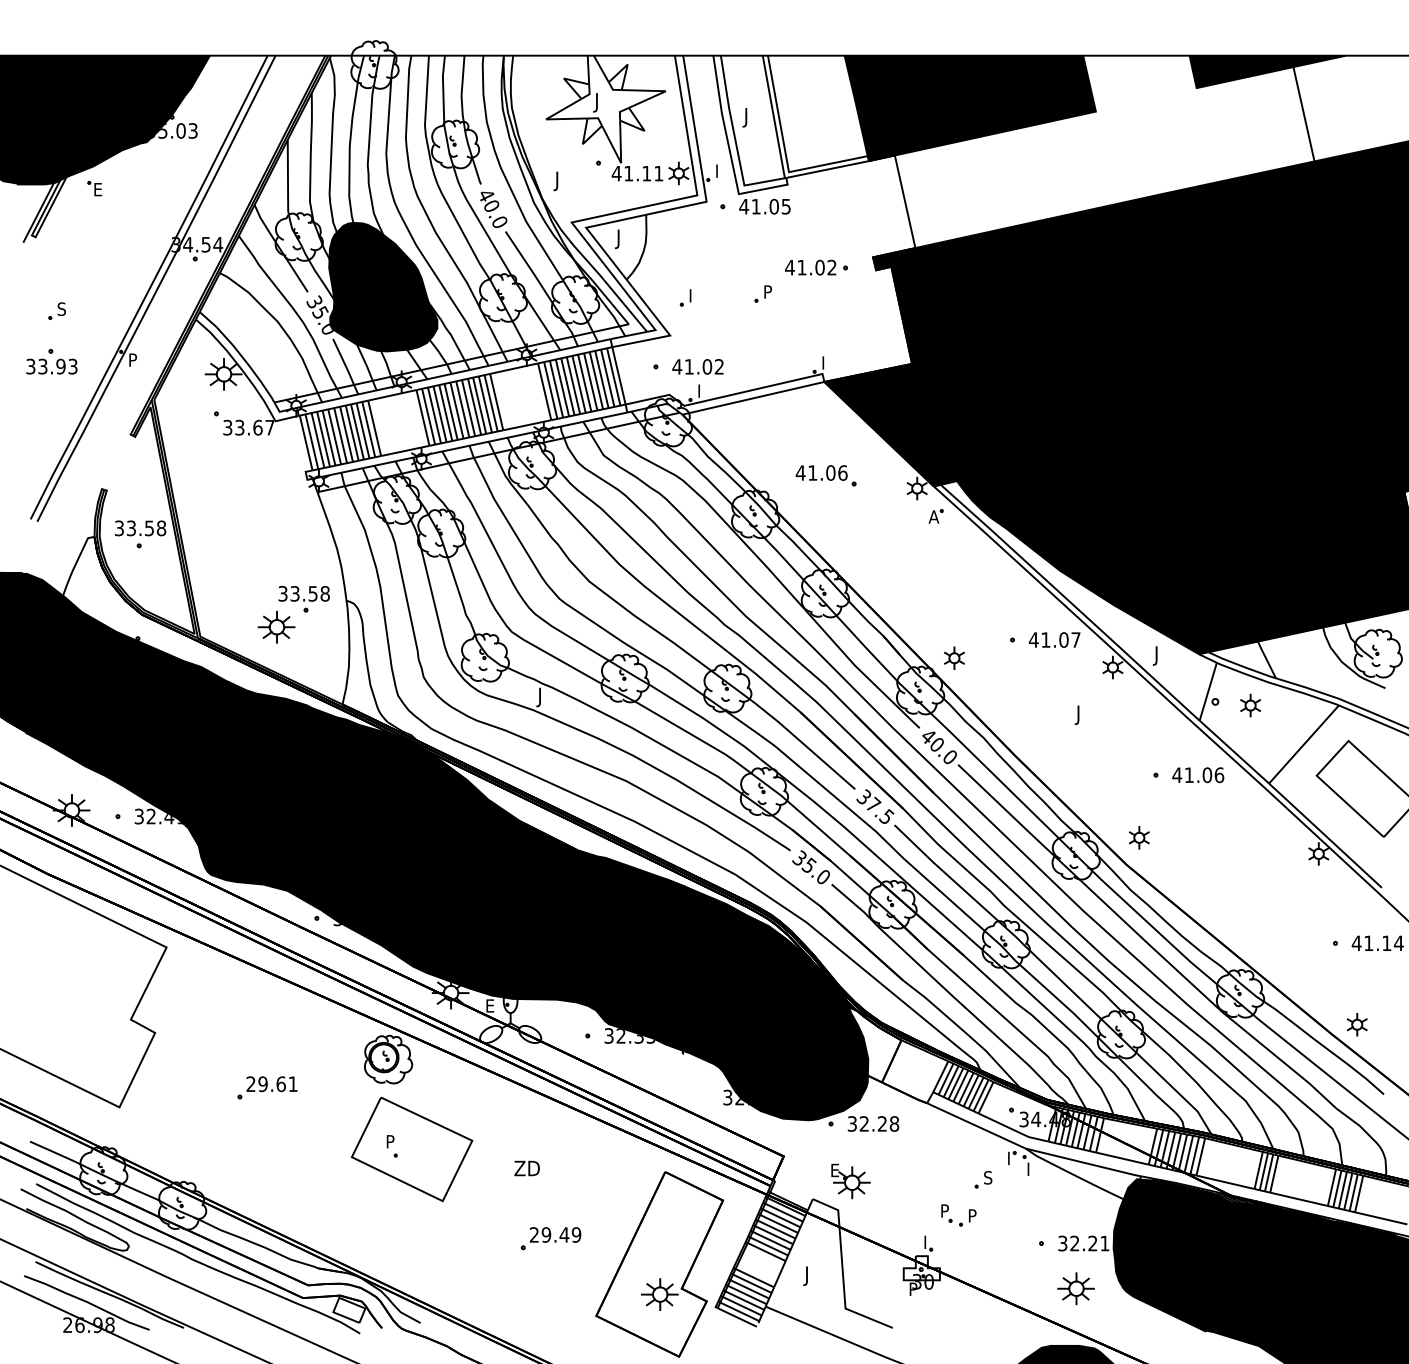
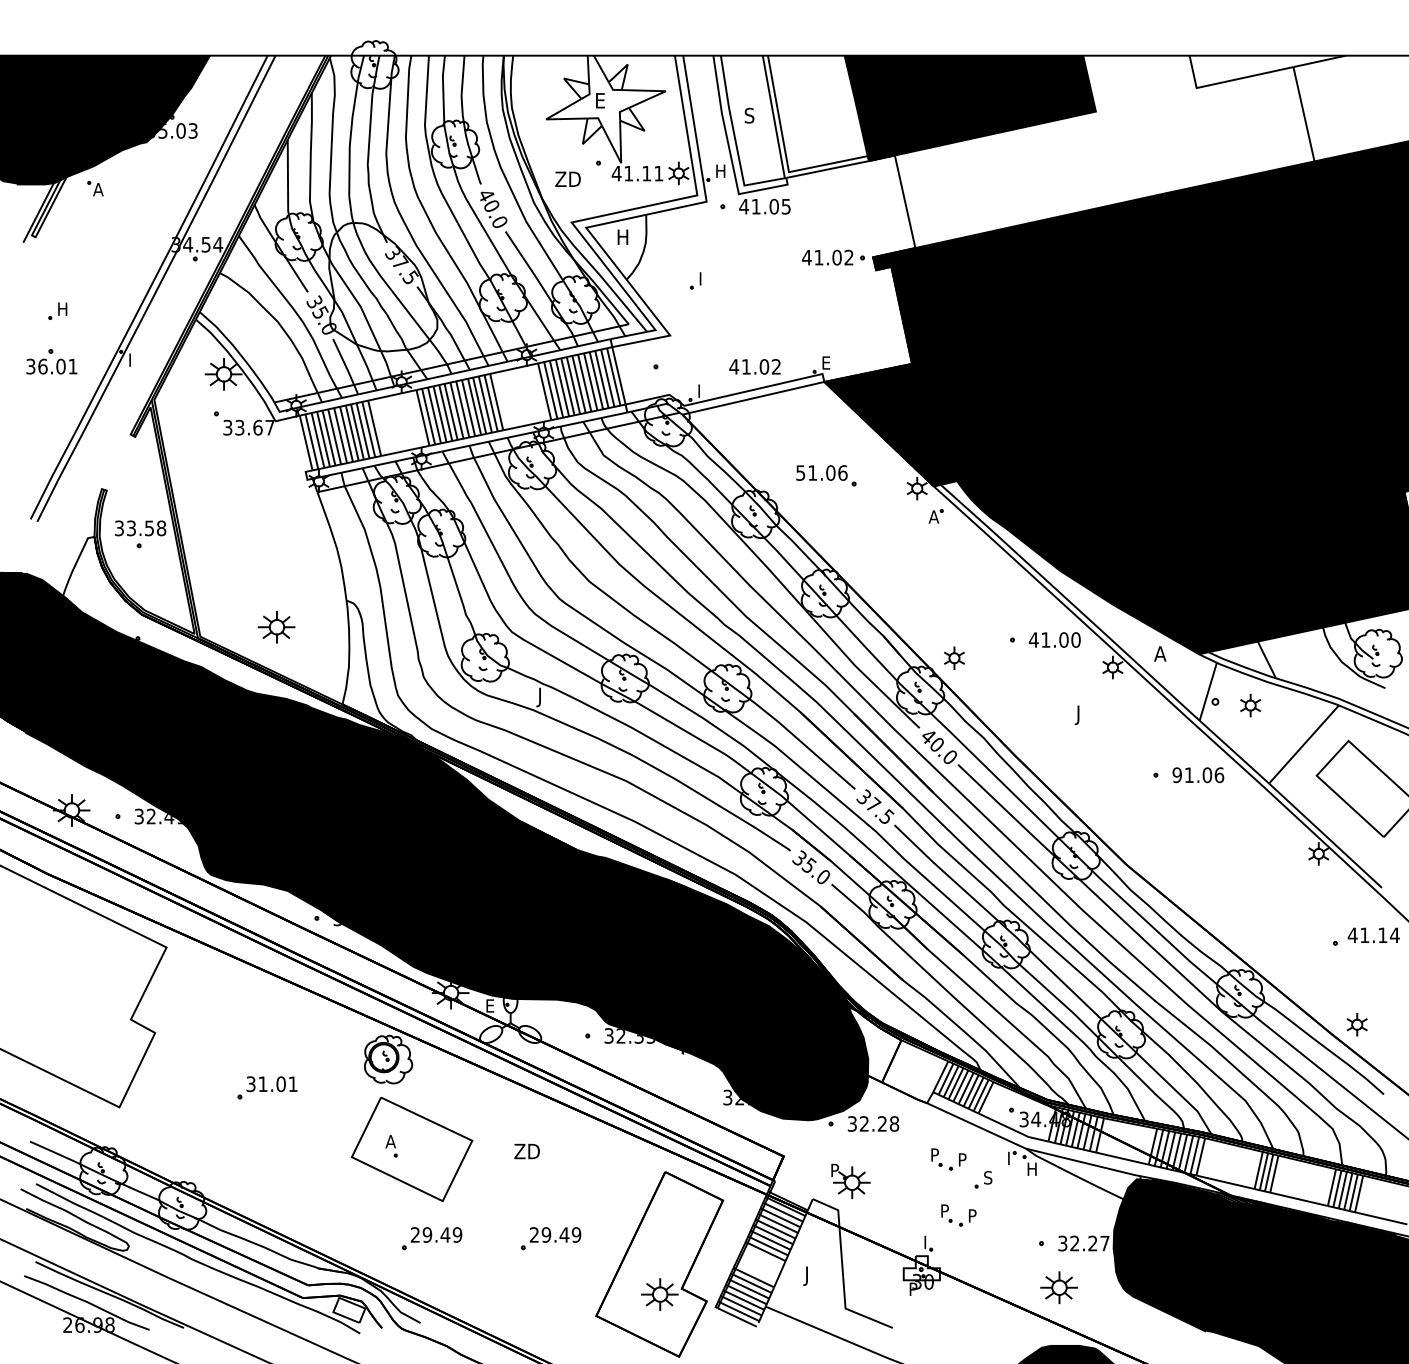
fill at (1267, 71): present -> none
text at (598, 102): J -> E
text at (748, 117): J -> S
text at (721, 170): I -> H
text at (566, 181): J -> ZD
text at (98, 189): E -> A
text at (621, 239): J -> H
part at (816, 267) position: (816, 267) -> (833, 257)
fill at (383, 286): present -> none
part at (762, 293): present -> none
part at (685, 297) position: (685, 297) -> (695, 280)
text at (62, 308): S -> H
text at (133, 357): P -> I
text at (827, 362): I -> E
text at (57, 366): 33.93 -> 36.01
text at (697, 366) position: (697, 366) -> (754, 366)
text at (800, 472): 41.06 -> 51.06
part at (303, 599): present -> none
text at (1075, 639): 41.07 -> 41.00
text at (1159, 655): J -> A
text at (1177, 775): 41.06 -> 91.06
part at (1138, 837): present -> none
text at (1377, 942) position: (1377, 942) -> (1373, 934)
text at (265, 1084): 29.61 -> 31.01
text at (390, 1141): P -> A
part at (942, 1163): none -> present
text at (526, 1168) position: (526, 1168) -> (526, 1151)
text at (1032, 1168): I -> H
text at (835, 1170): E -> P
part at (432, 1238): none -> present
text at (1104, 1243): 32.21 -> 32.27
part at (1075, 1288) position: (1075, 1288) -> (1058, 1287)
